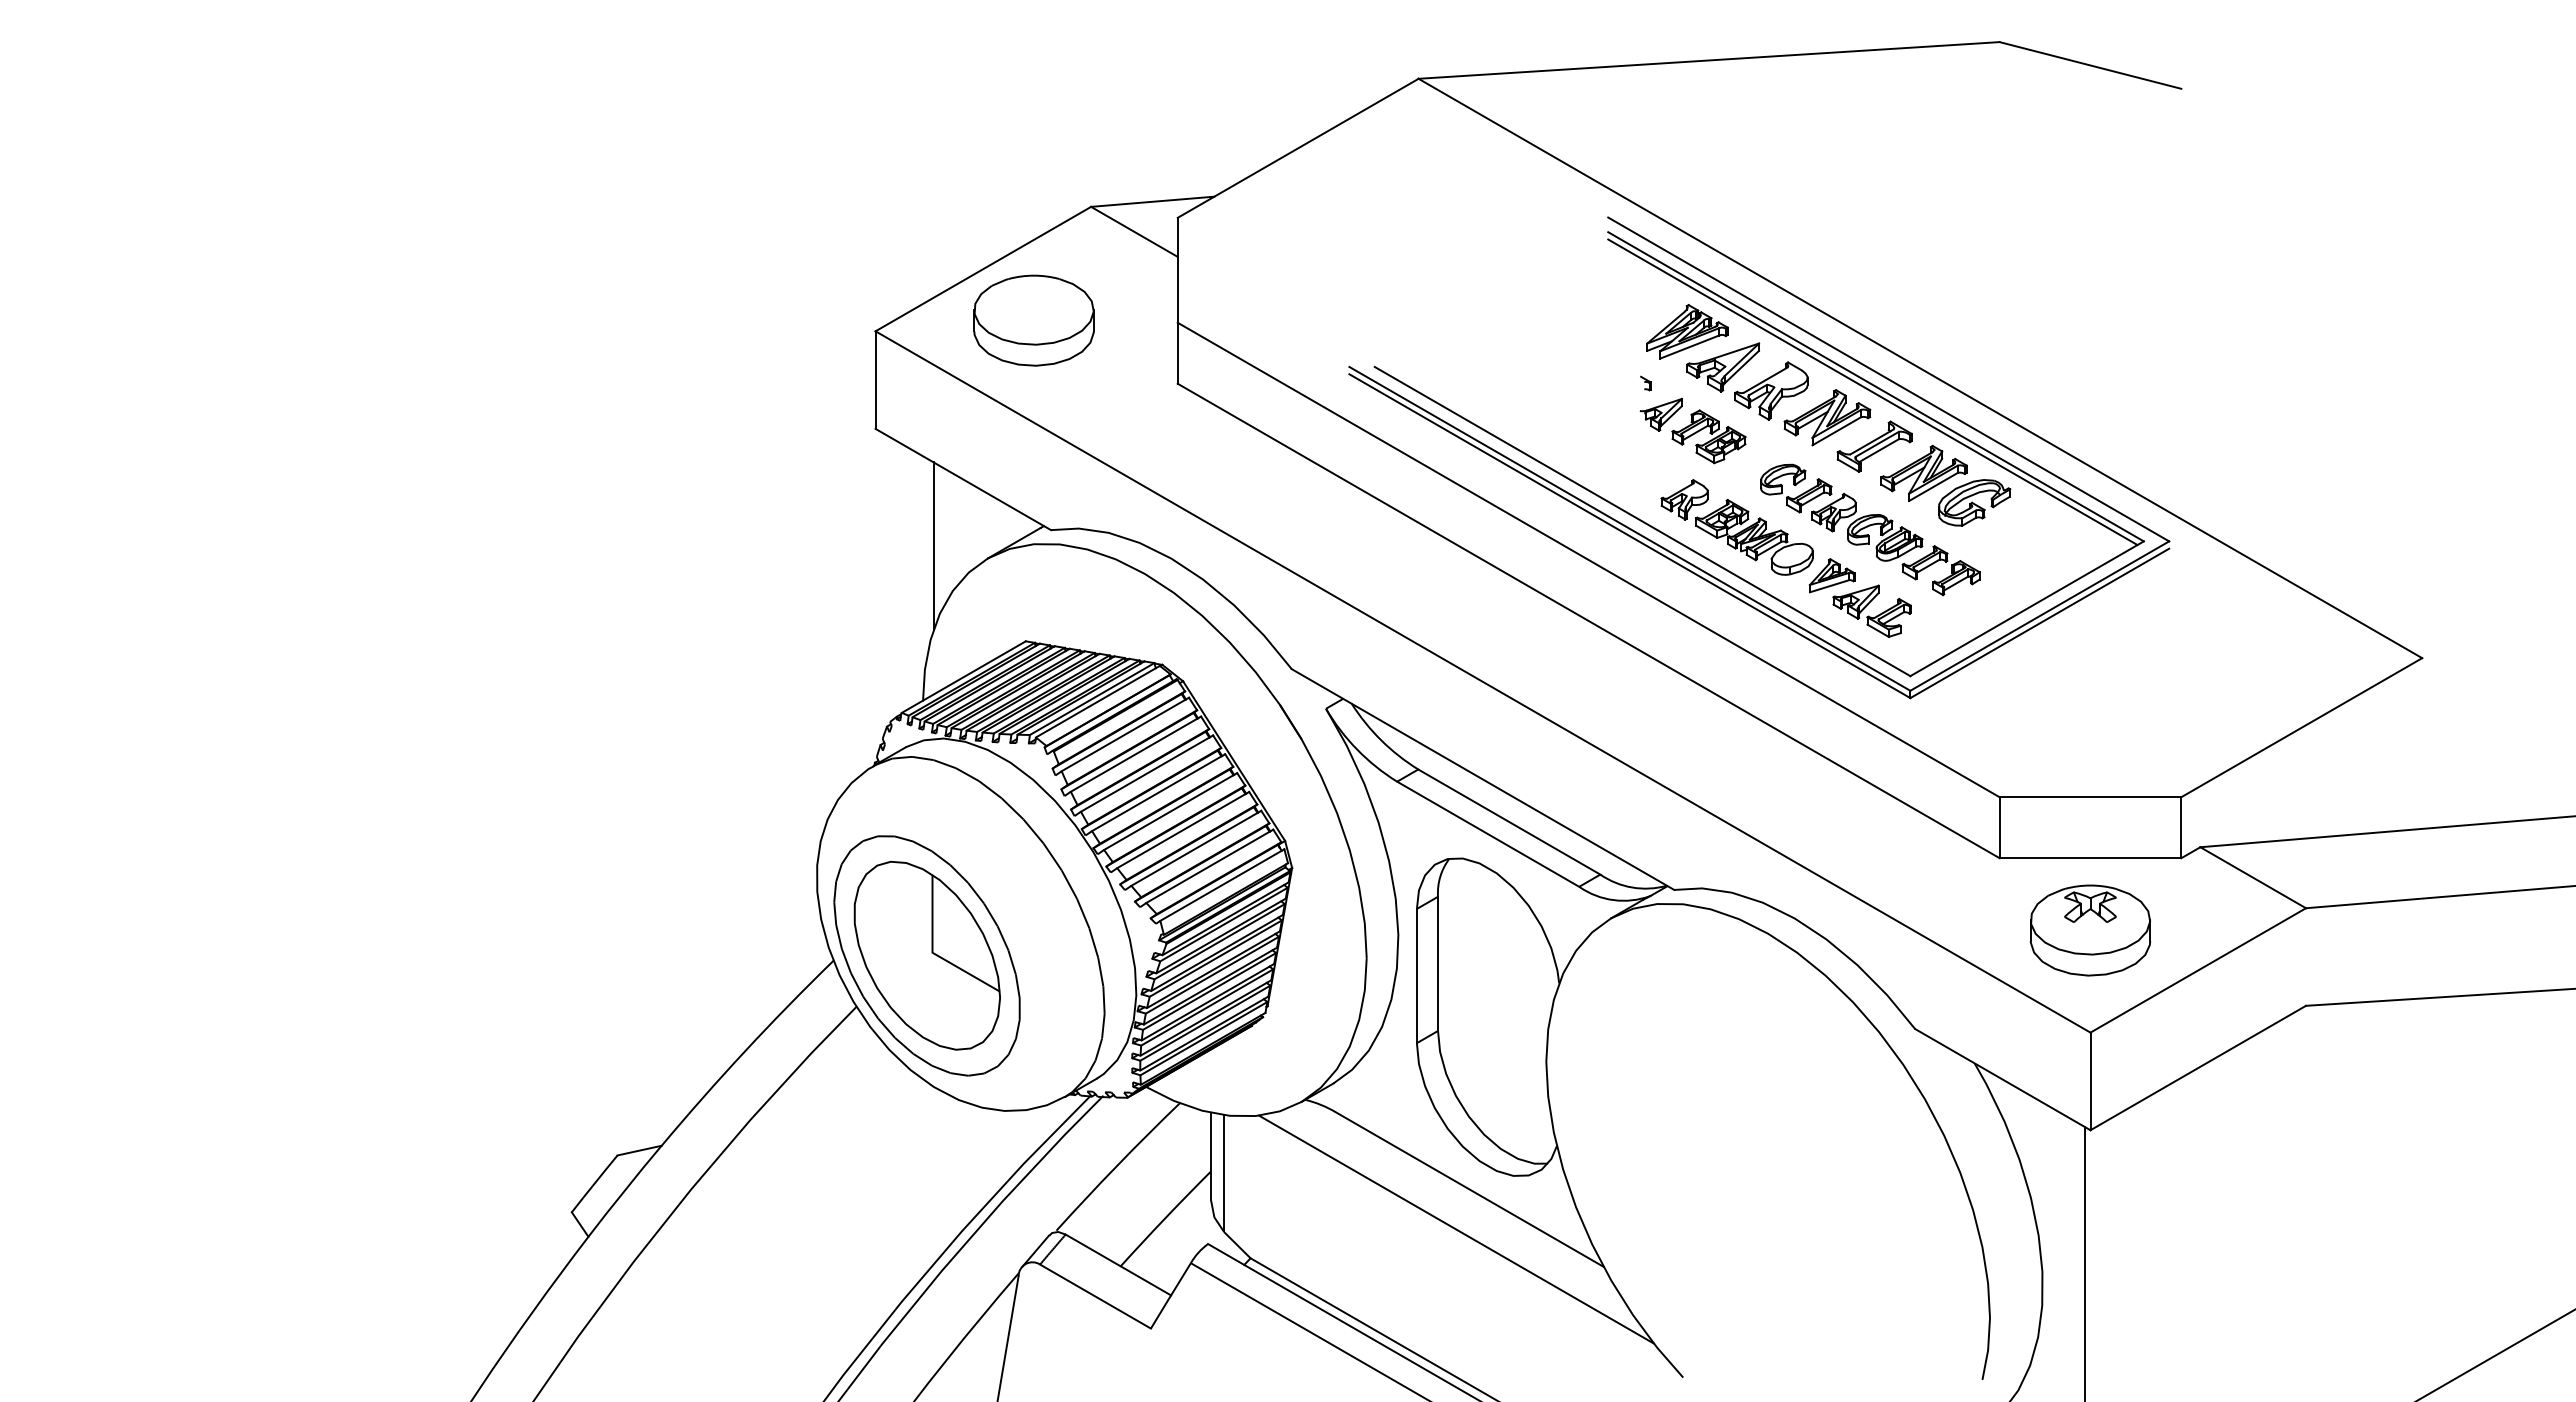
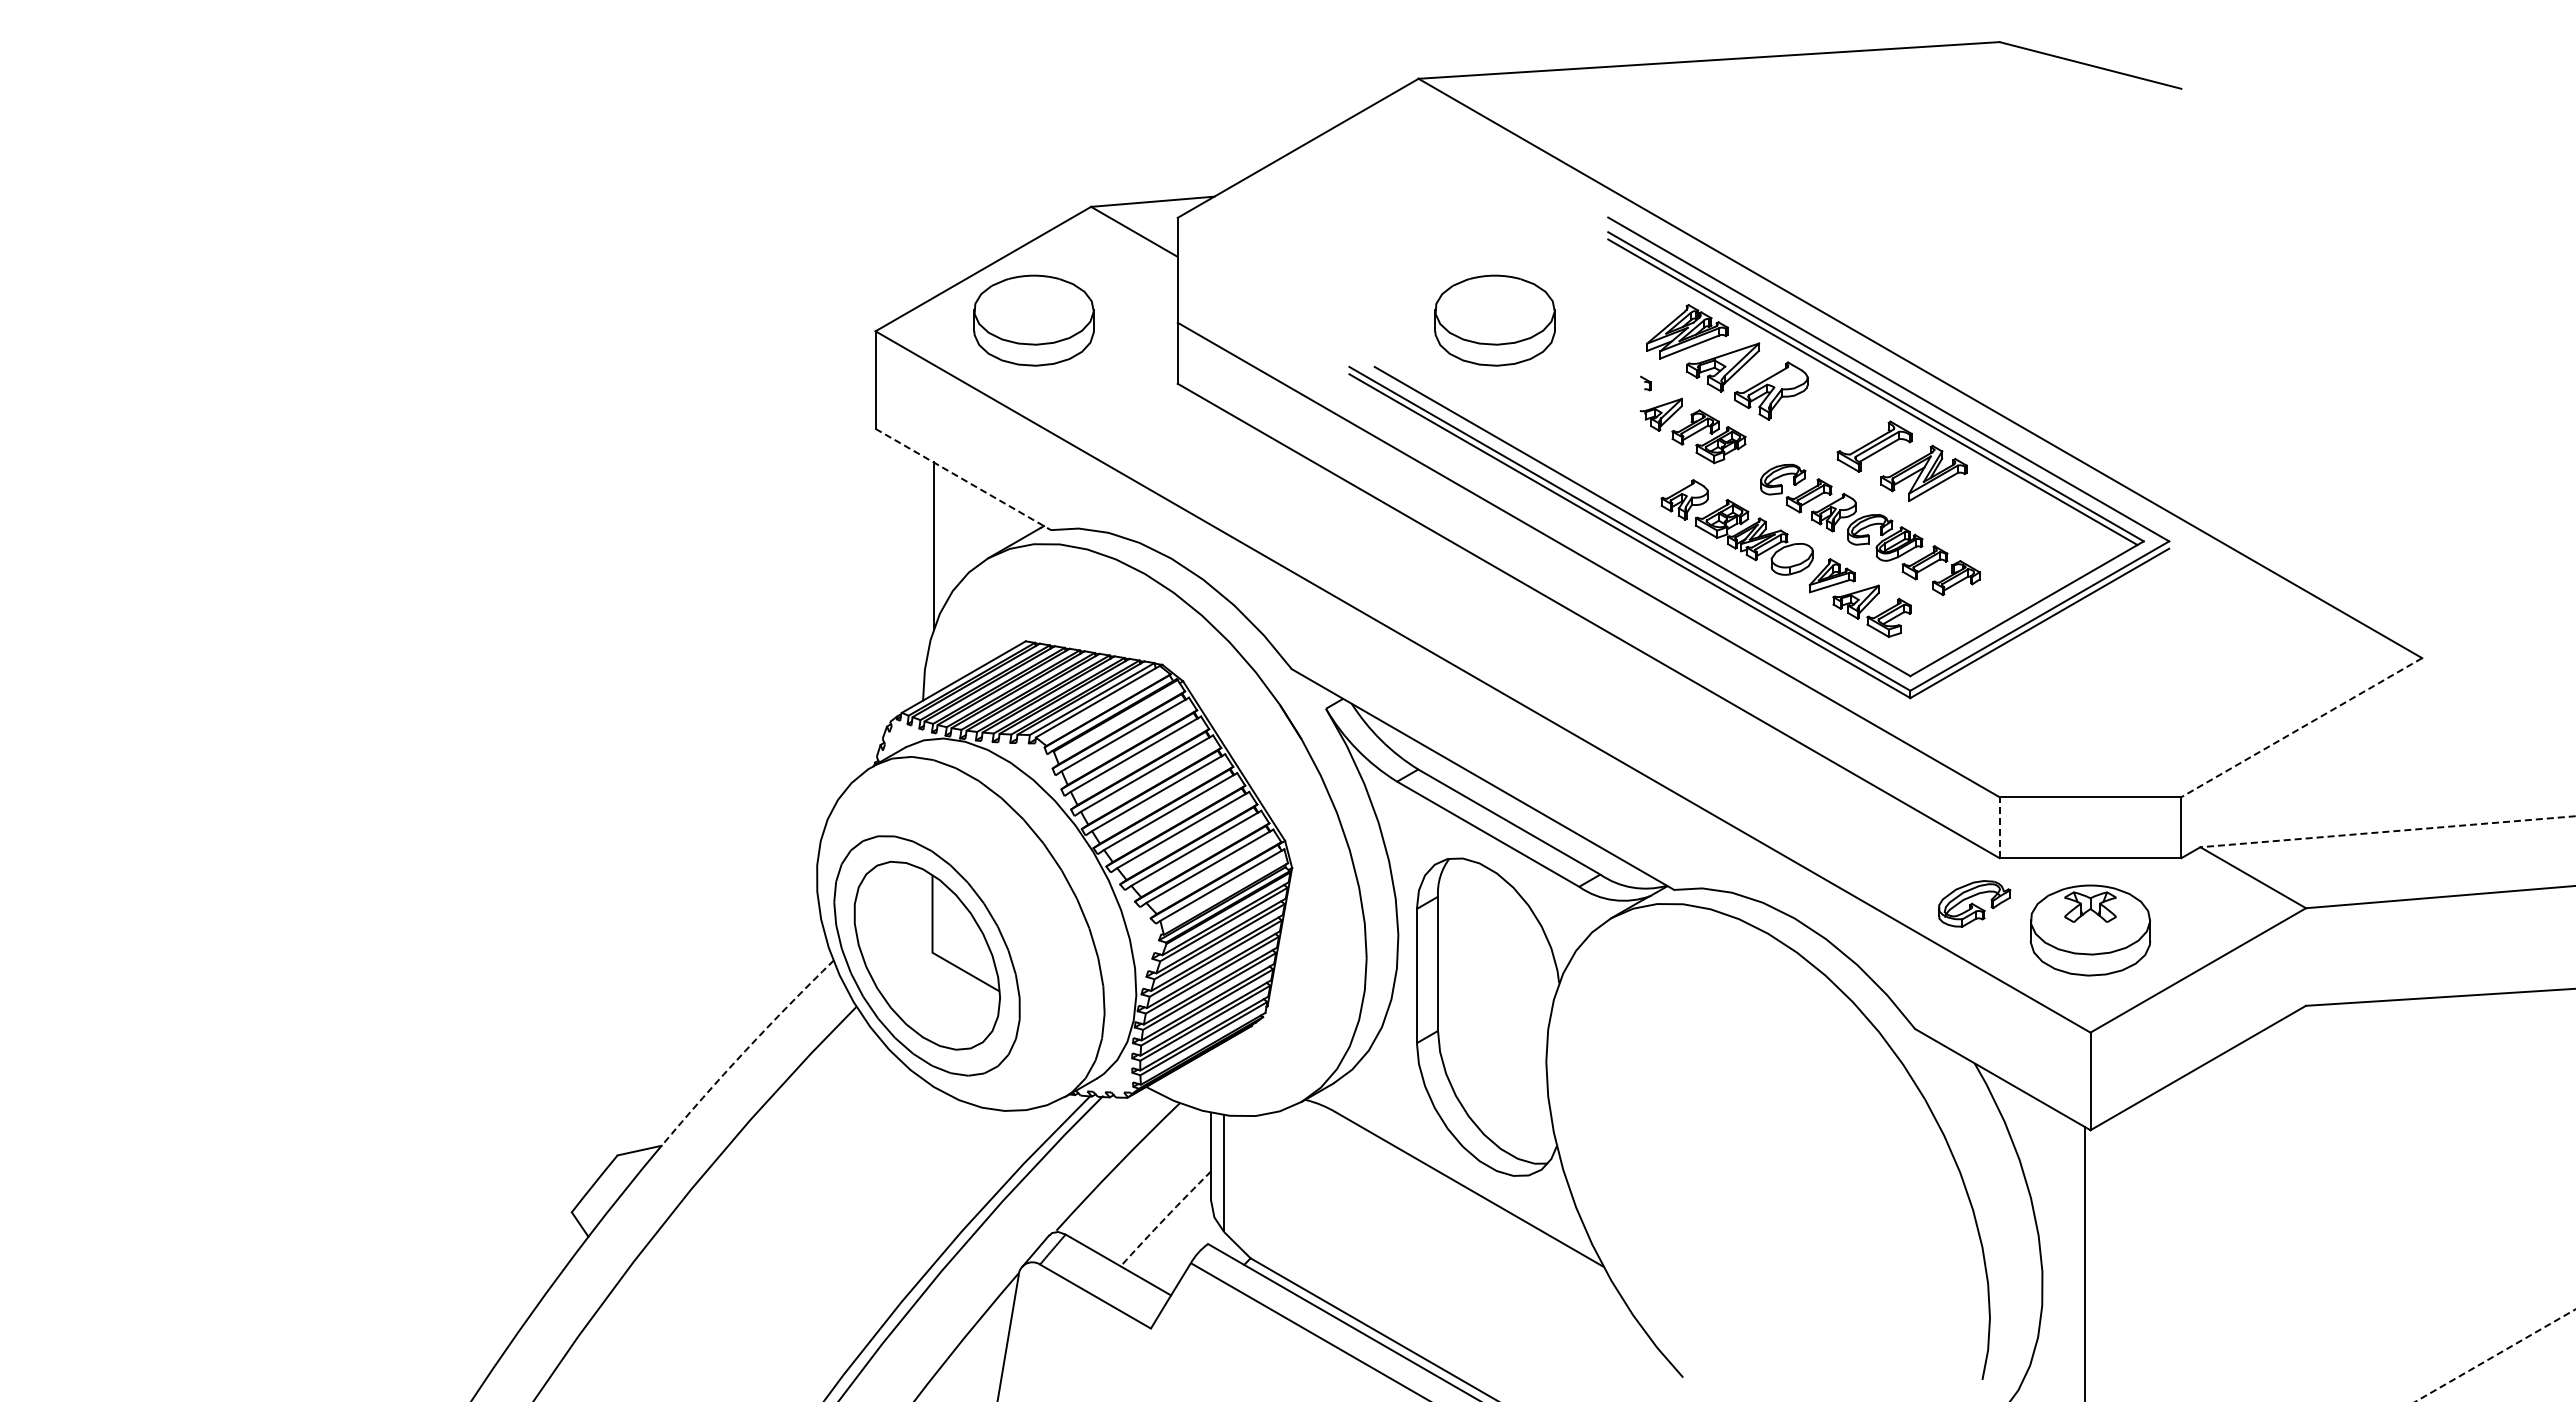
part at (1494, 320): none -> present
part at (1827, 417): present -> none
line at (963, 479): solid -> dashed
part at (1974, 502) position: (1974, 502) -> (1974, 903)
line at (2301, 727): solid -> dashed
line at (1999, 827): solid -> dashed
line at (2387, 831): solid -> dashed
arc at (745, 1050): solid -> dashed
arc at (1165, 1218): solid -> dashed
line at (1456, 1229): present -> none
line at (2495, 1355): solid -> dashed
